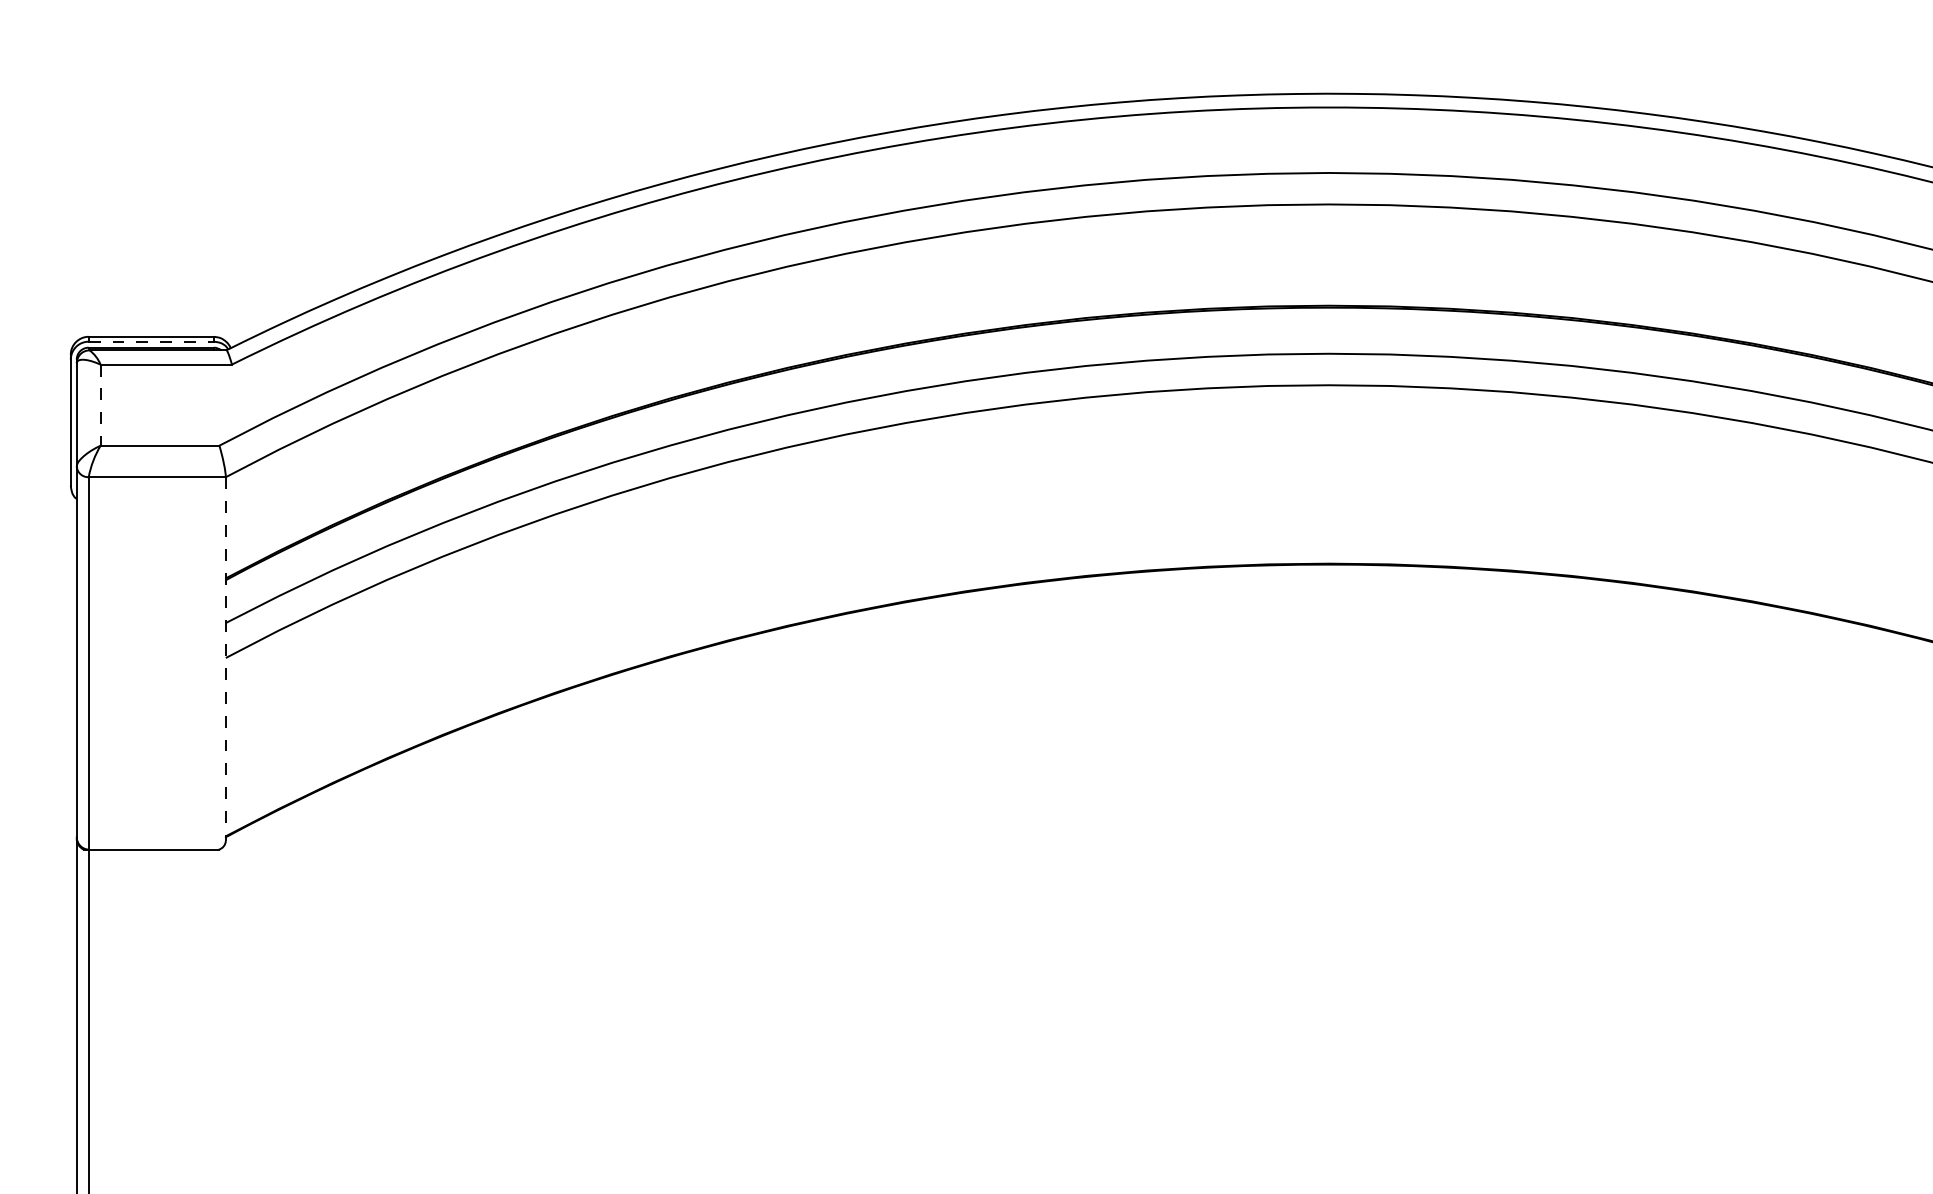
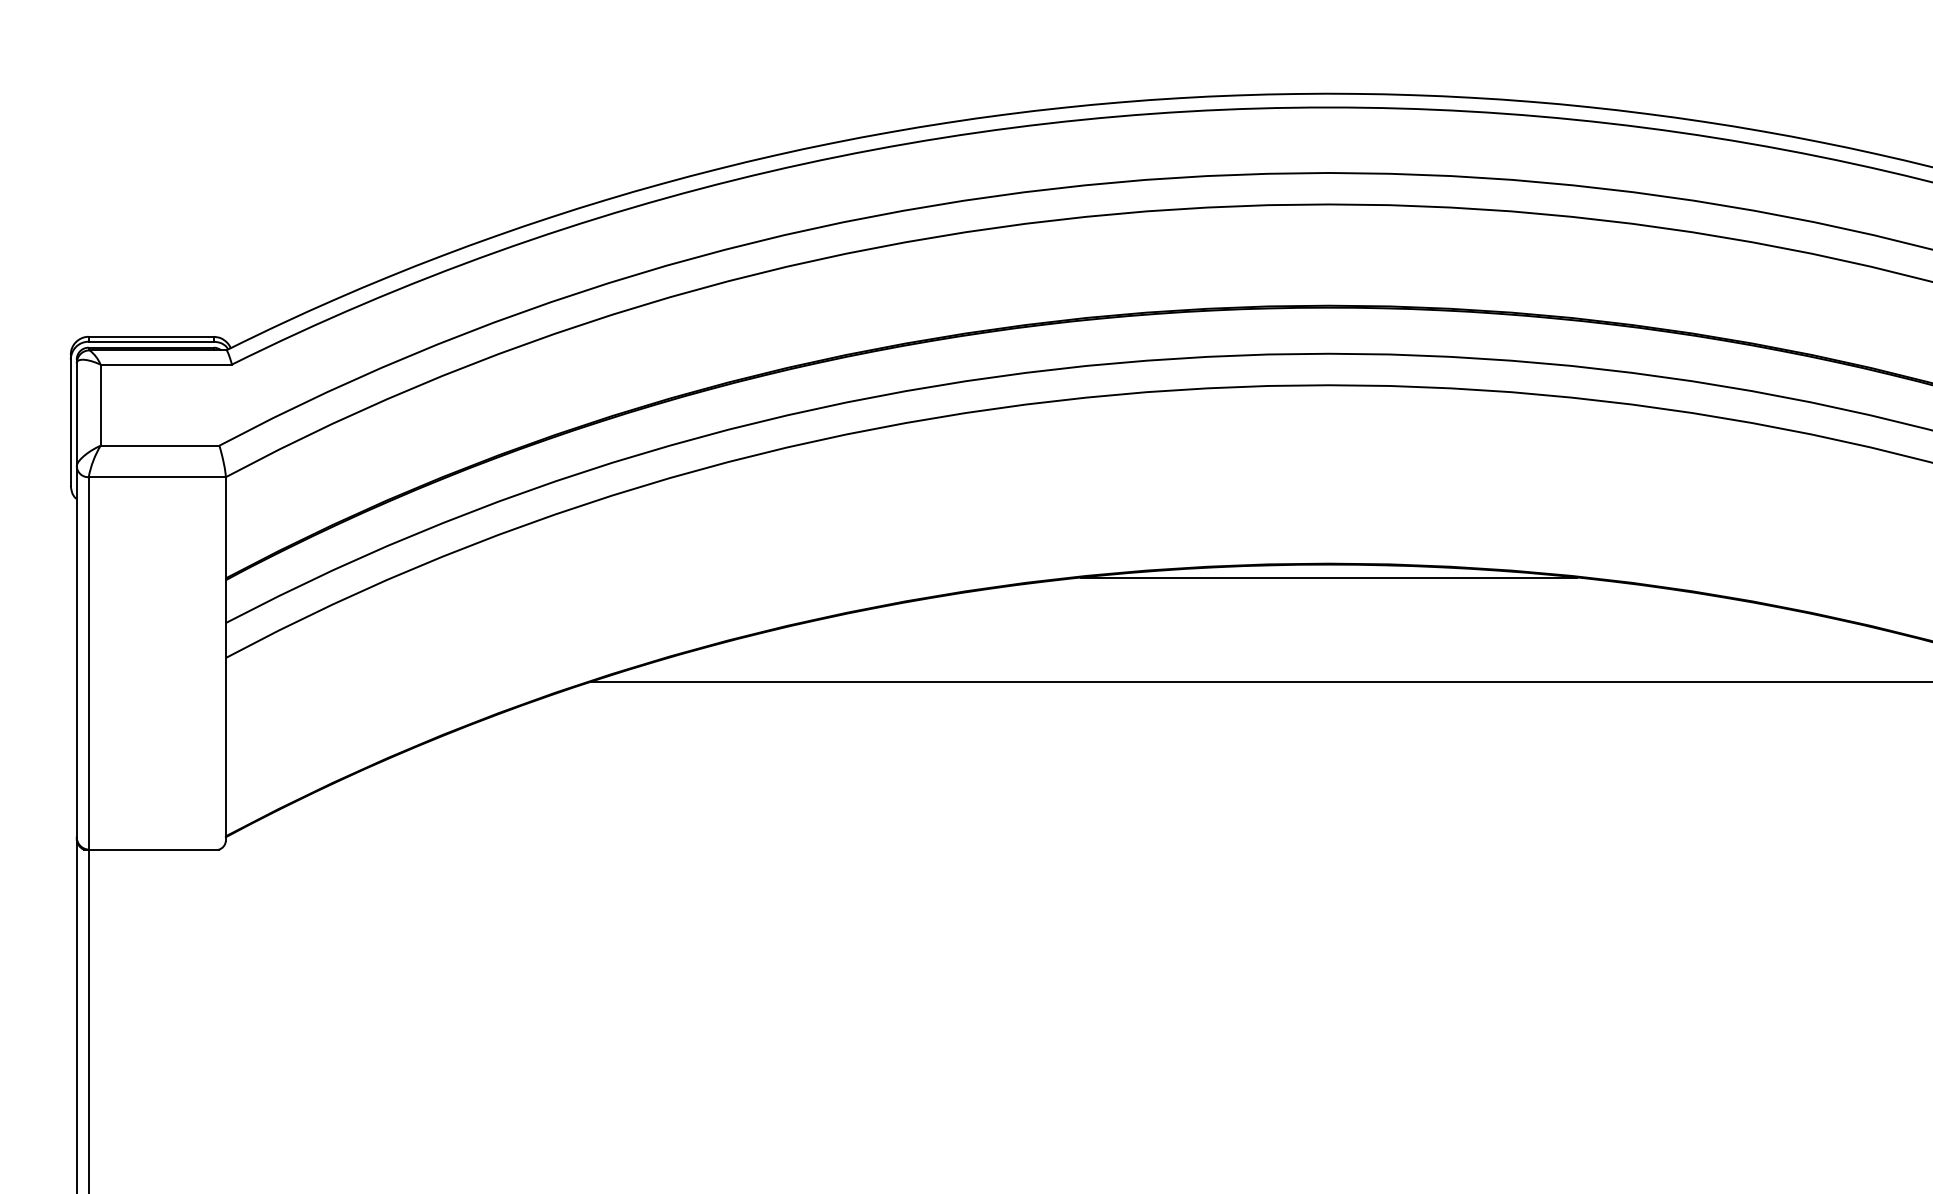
line at (151, 341): dashed -> solid
line at (100, 405): dashed -> solid
line at (1328, 577): none -> present
line at (225, 659): dashed -> solid
line at (1259, 682): none -> present
